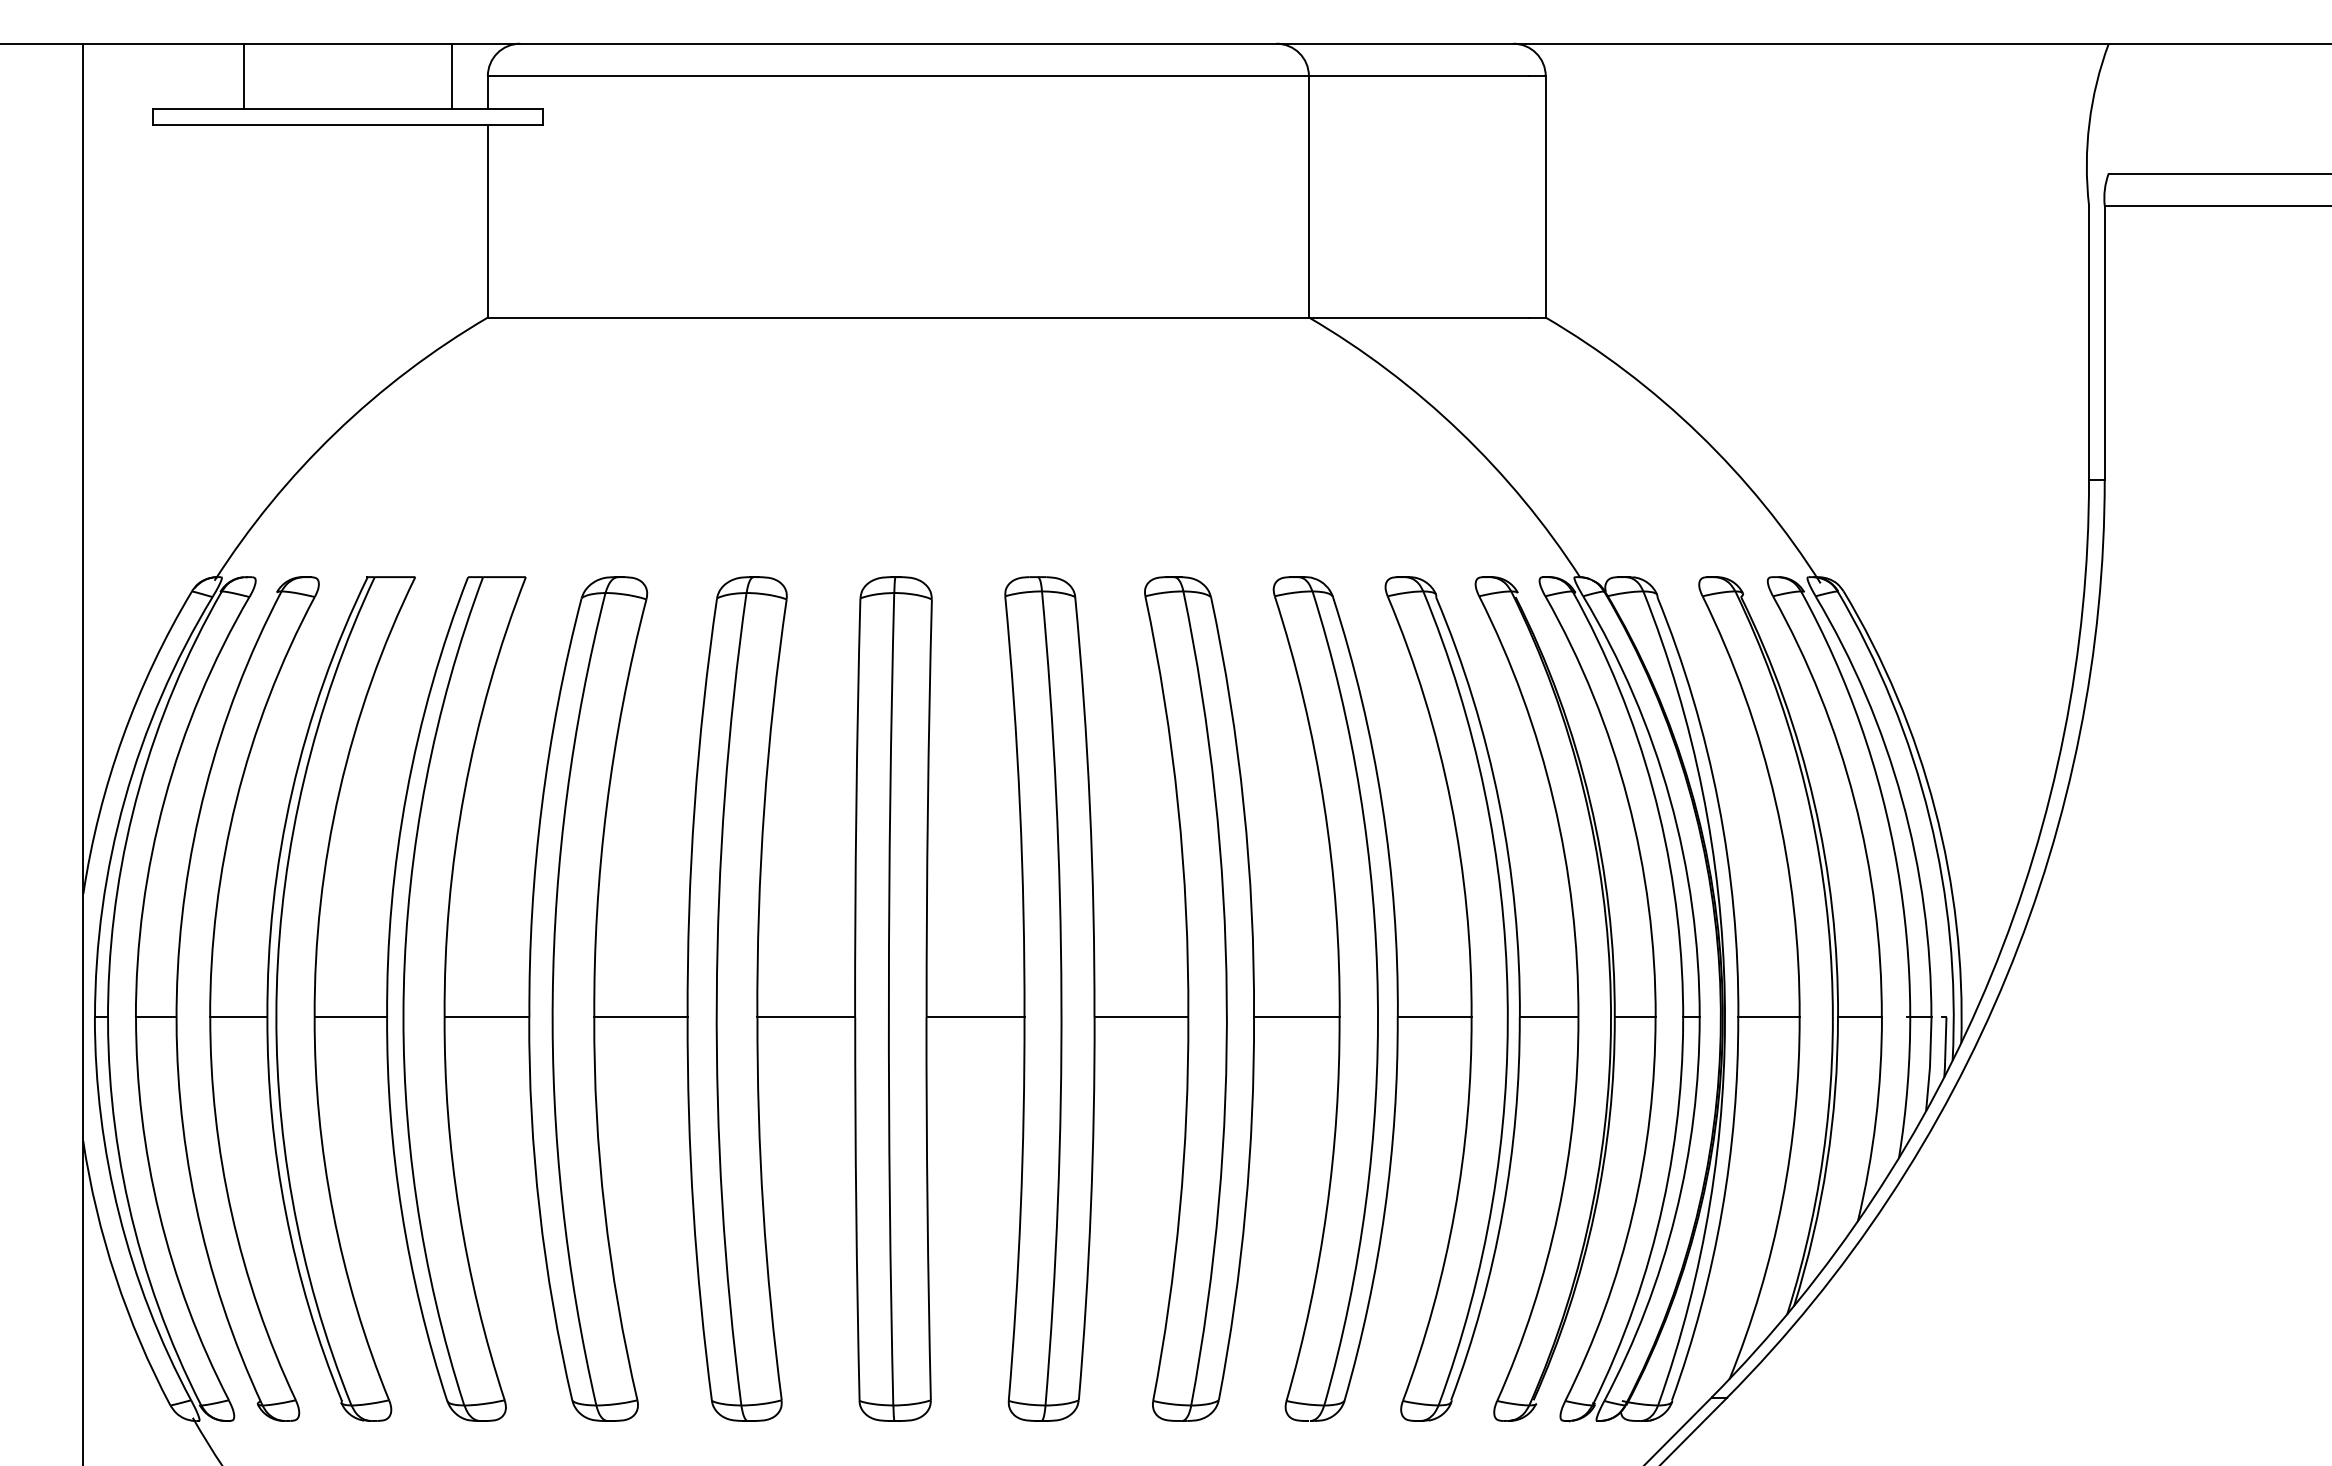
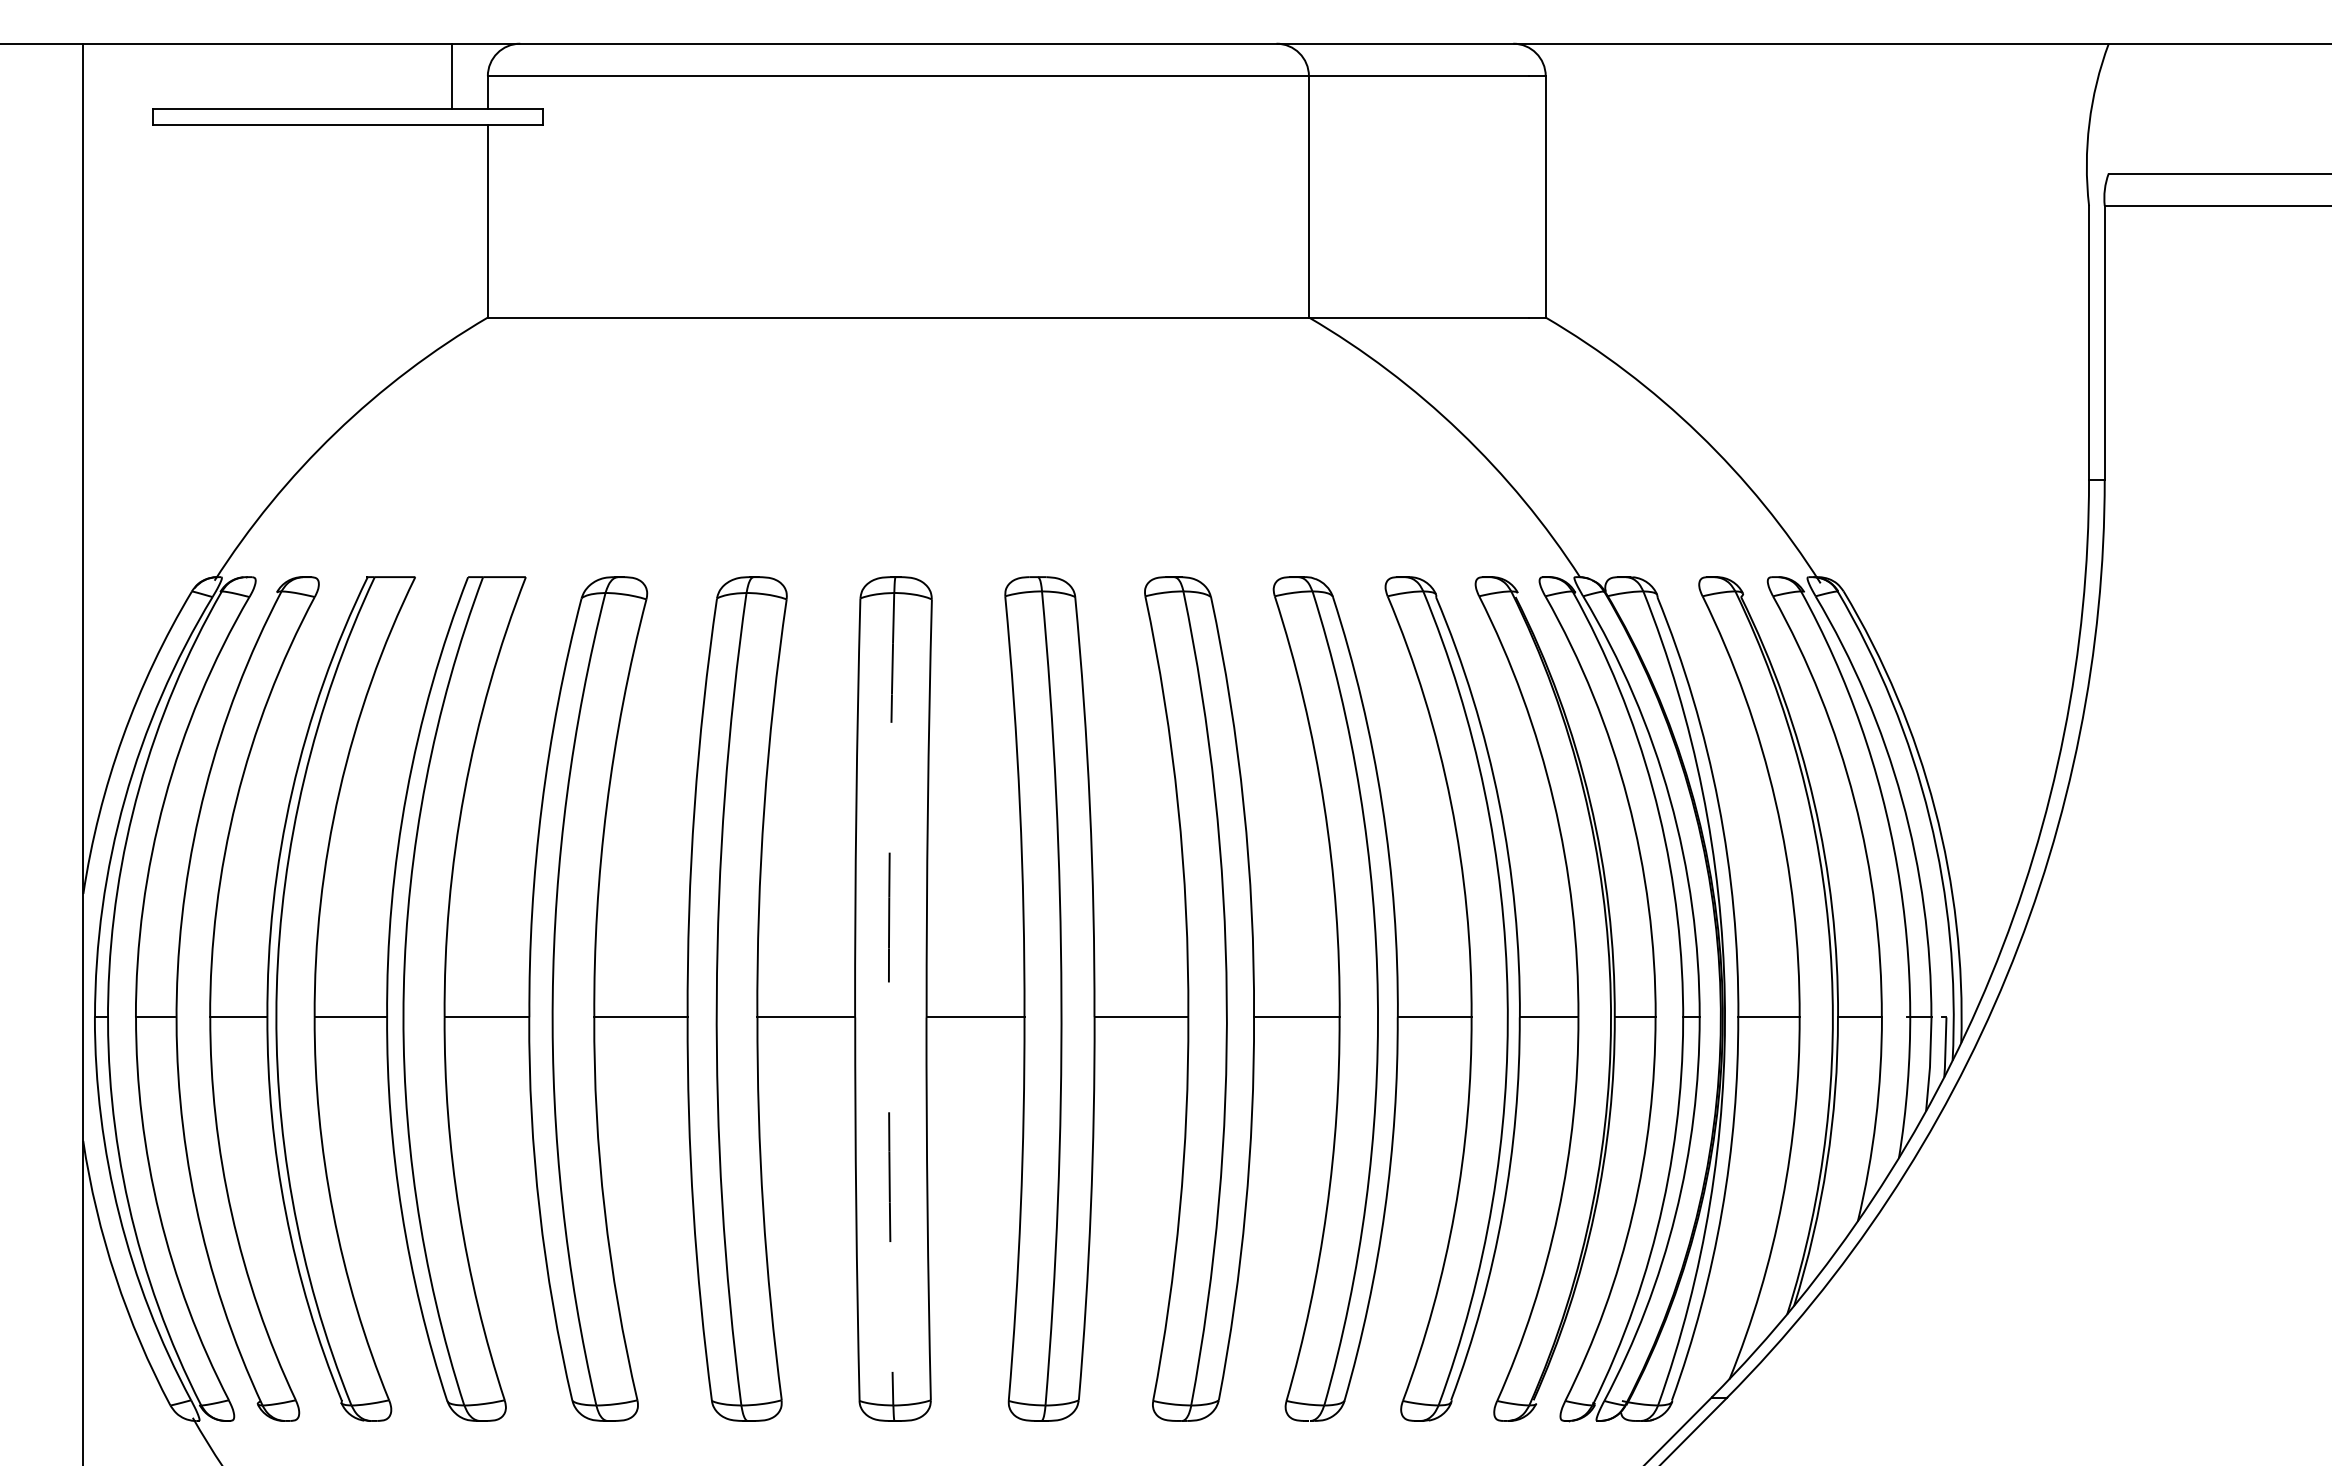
line at (244, 75): present -> none
arc at (888, 999): solid -> dashed
